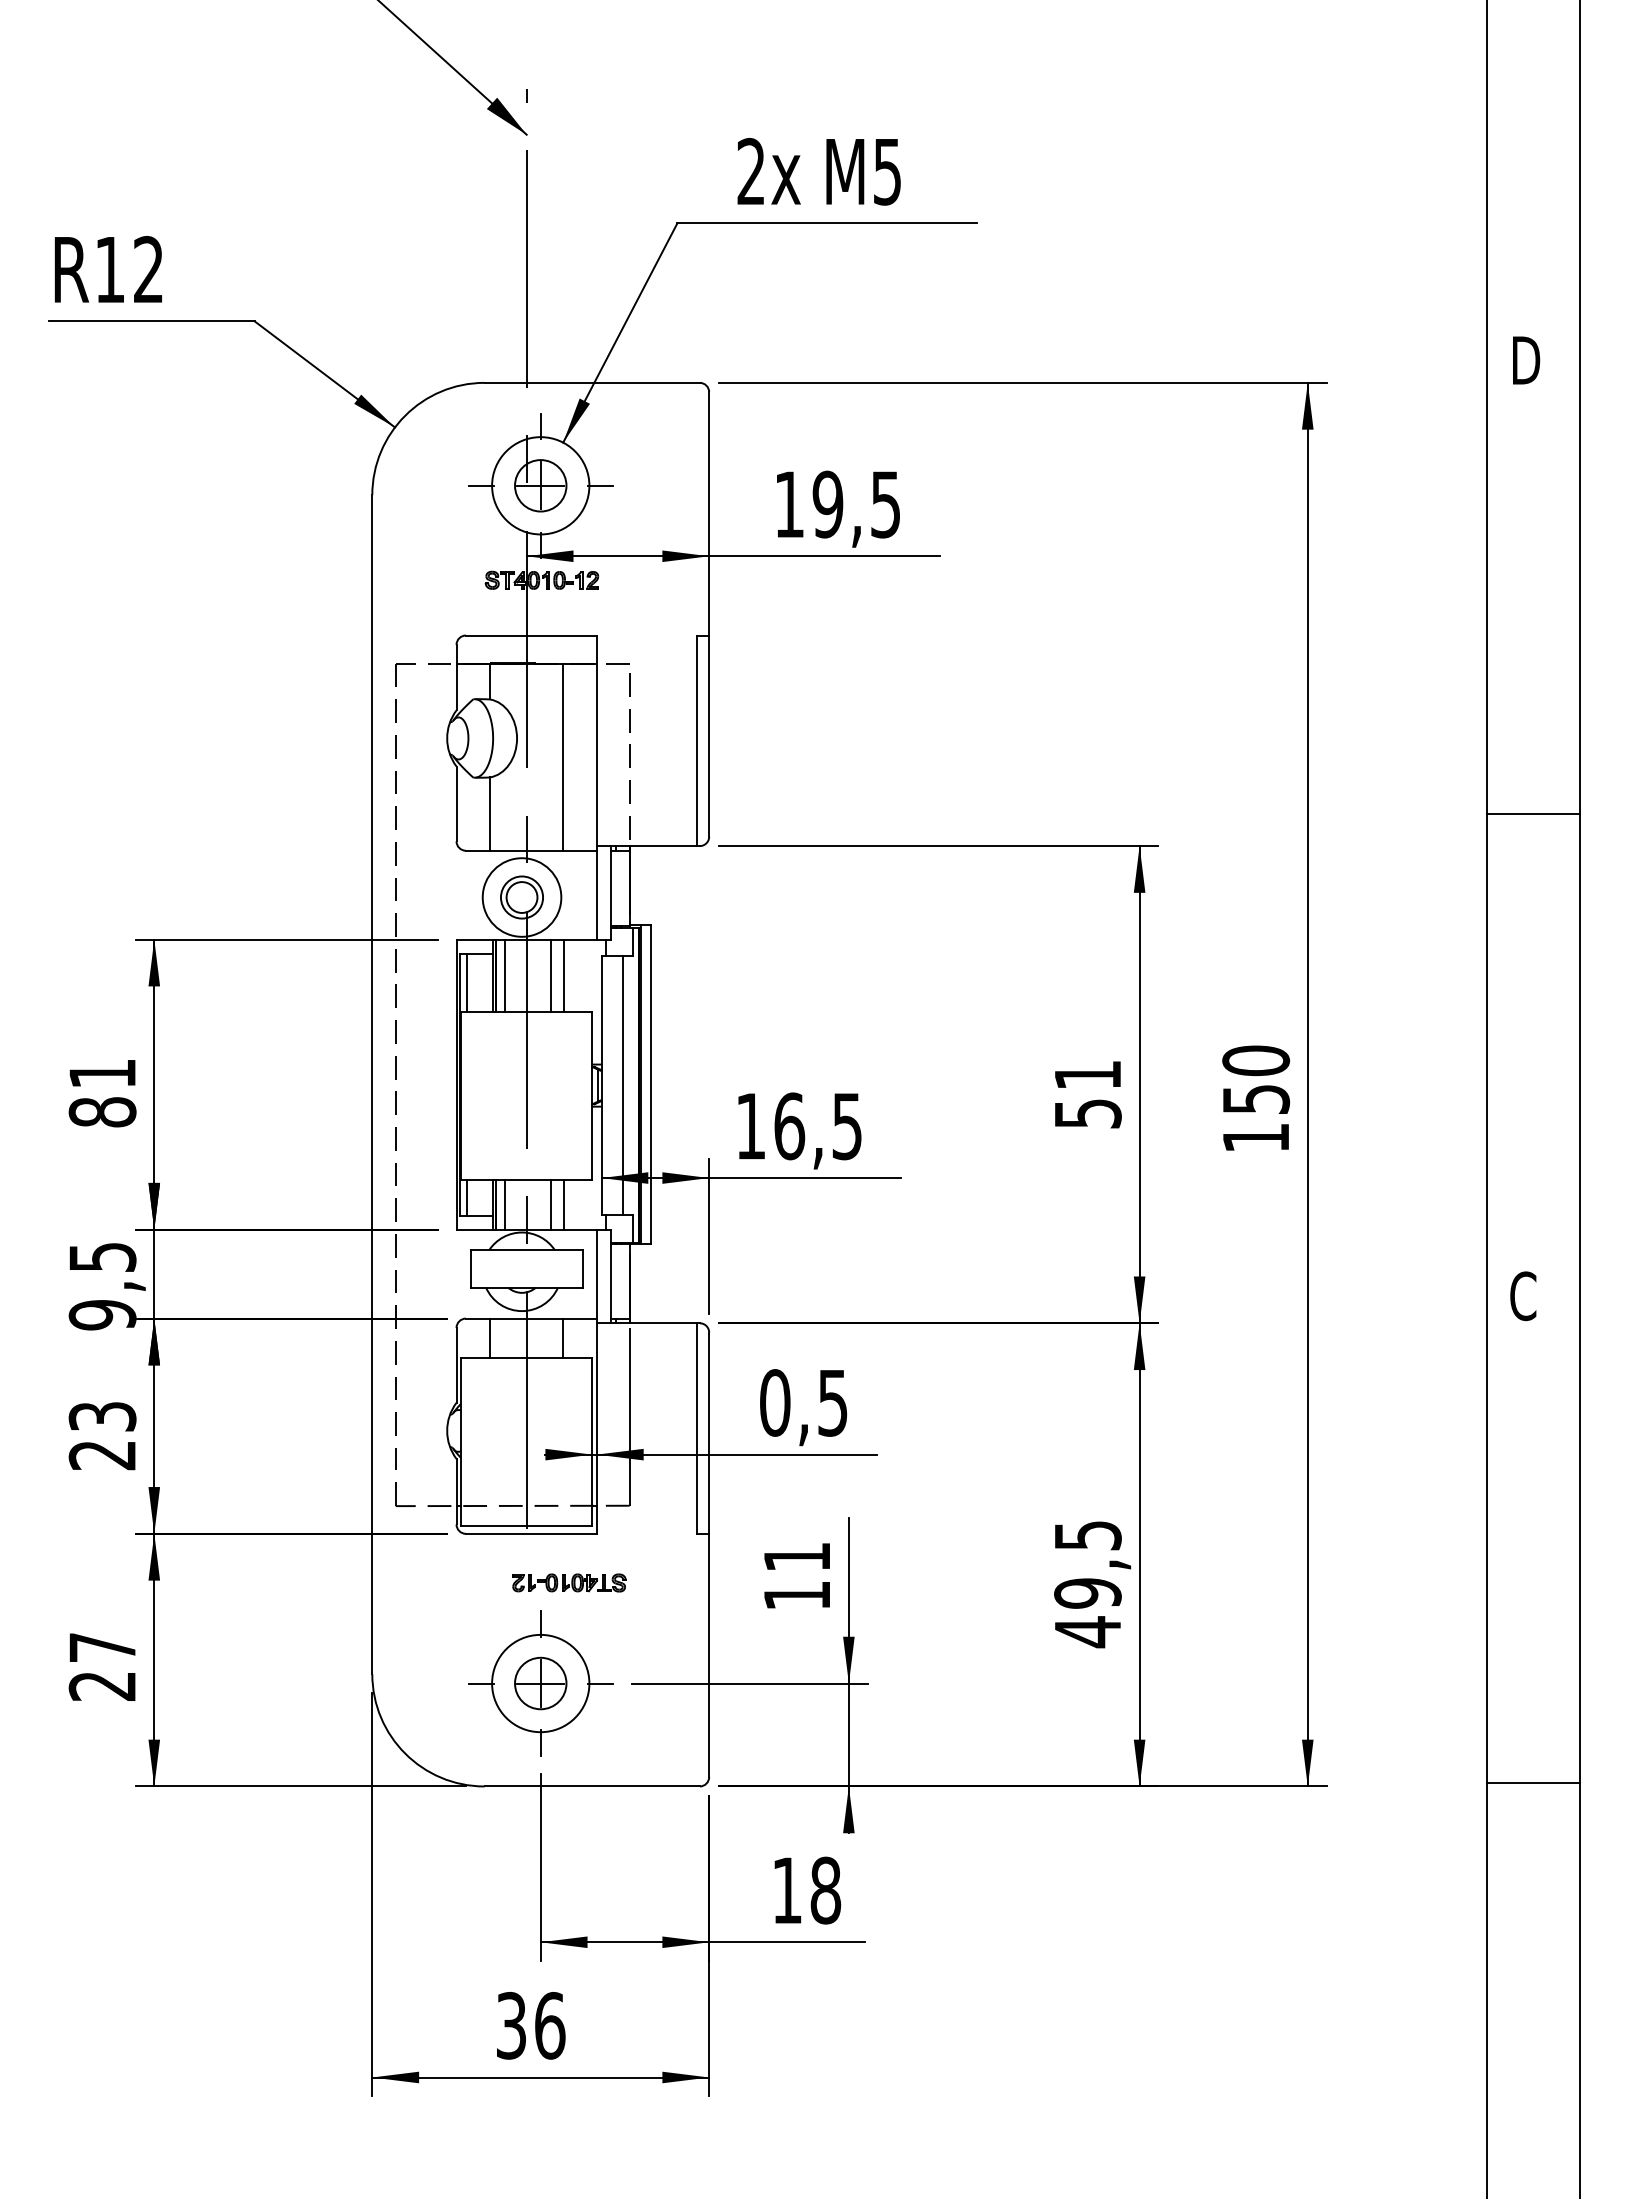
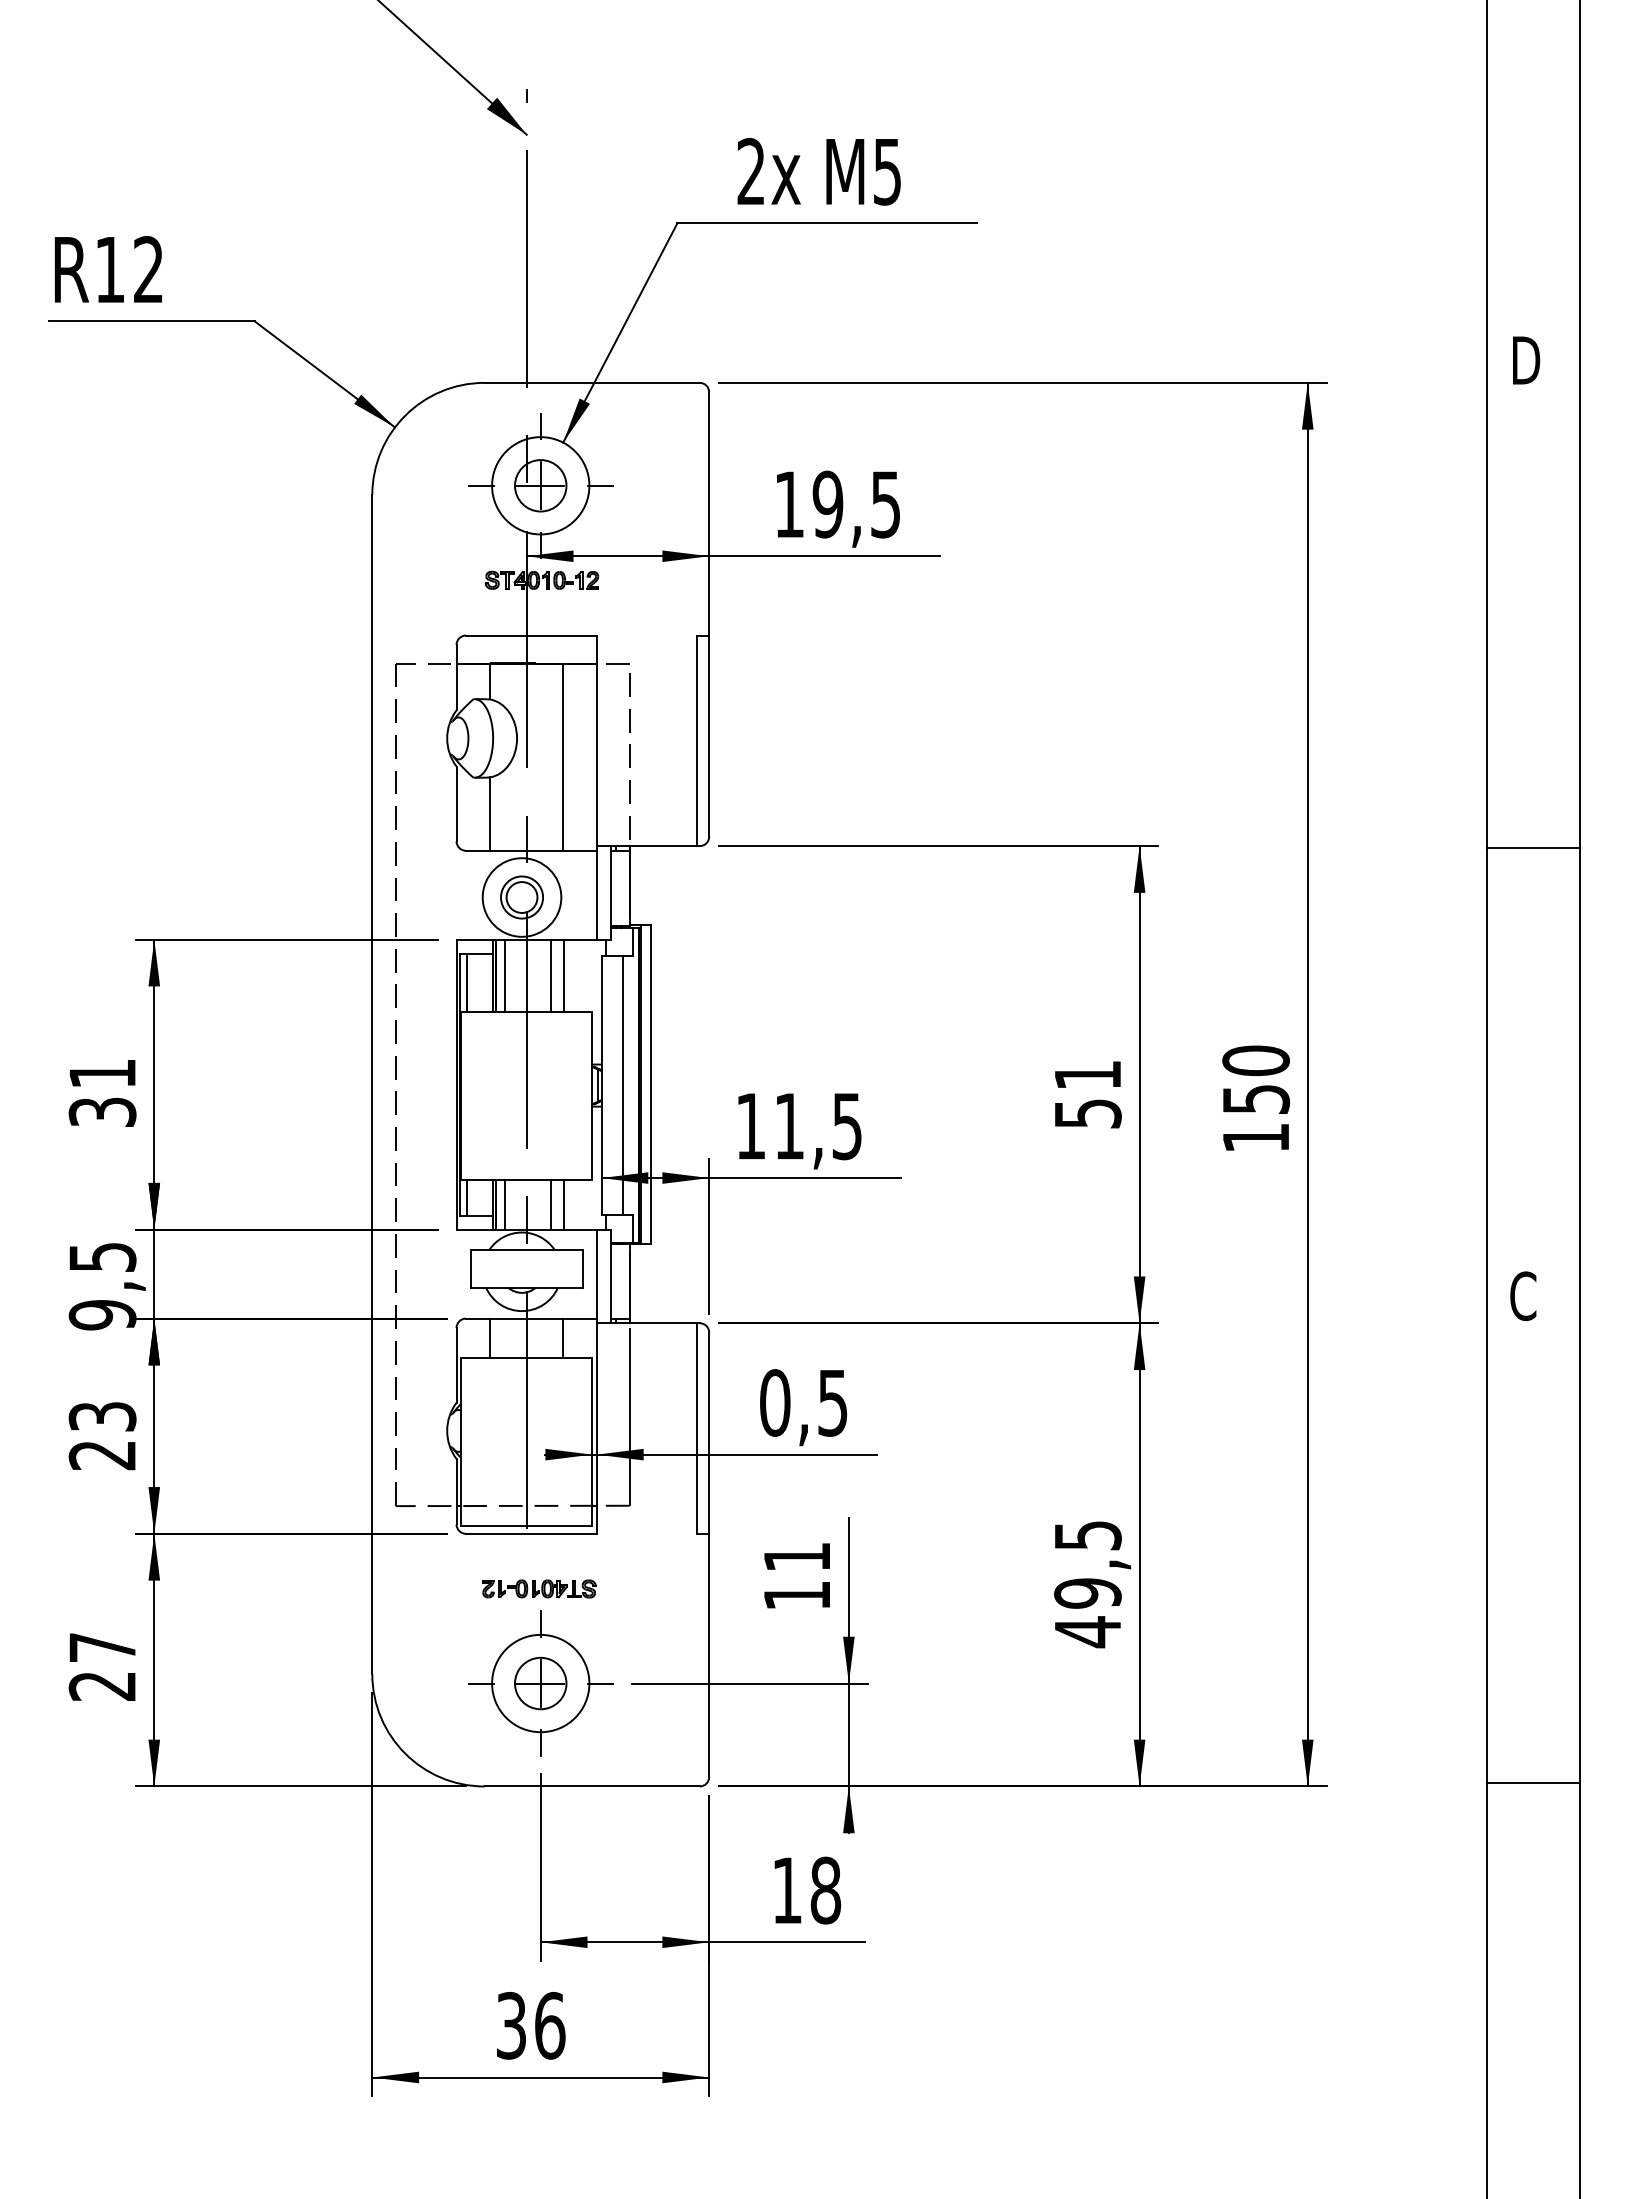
line at (1533, 813) position: (1533, 813) -> (1533, 847)
text at (102, 1112): 81 -> 31
text at (789, 1126): 16,5 -> 11,5
part at (569, 1582) position: (569, 1582) -> (539, 1588)
